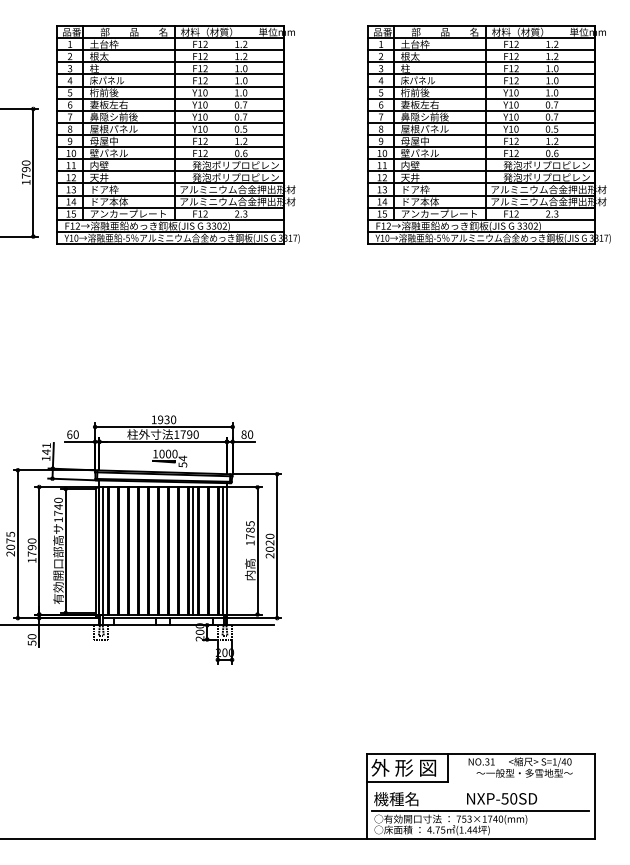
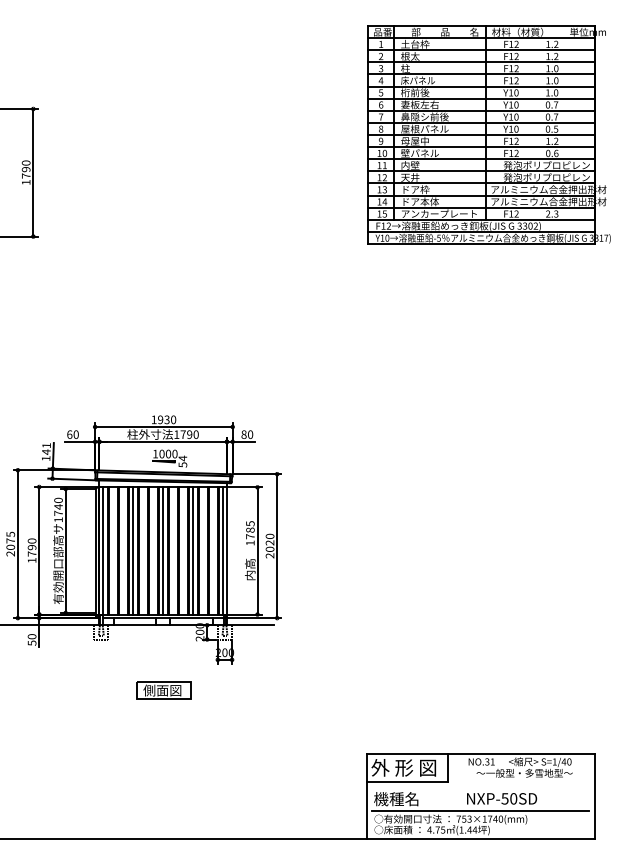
part at (177, 134): present -> none
line at (133, 550): none -> present
line at (163, 550): none -> present
part at (163, 690): none -> present
